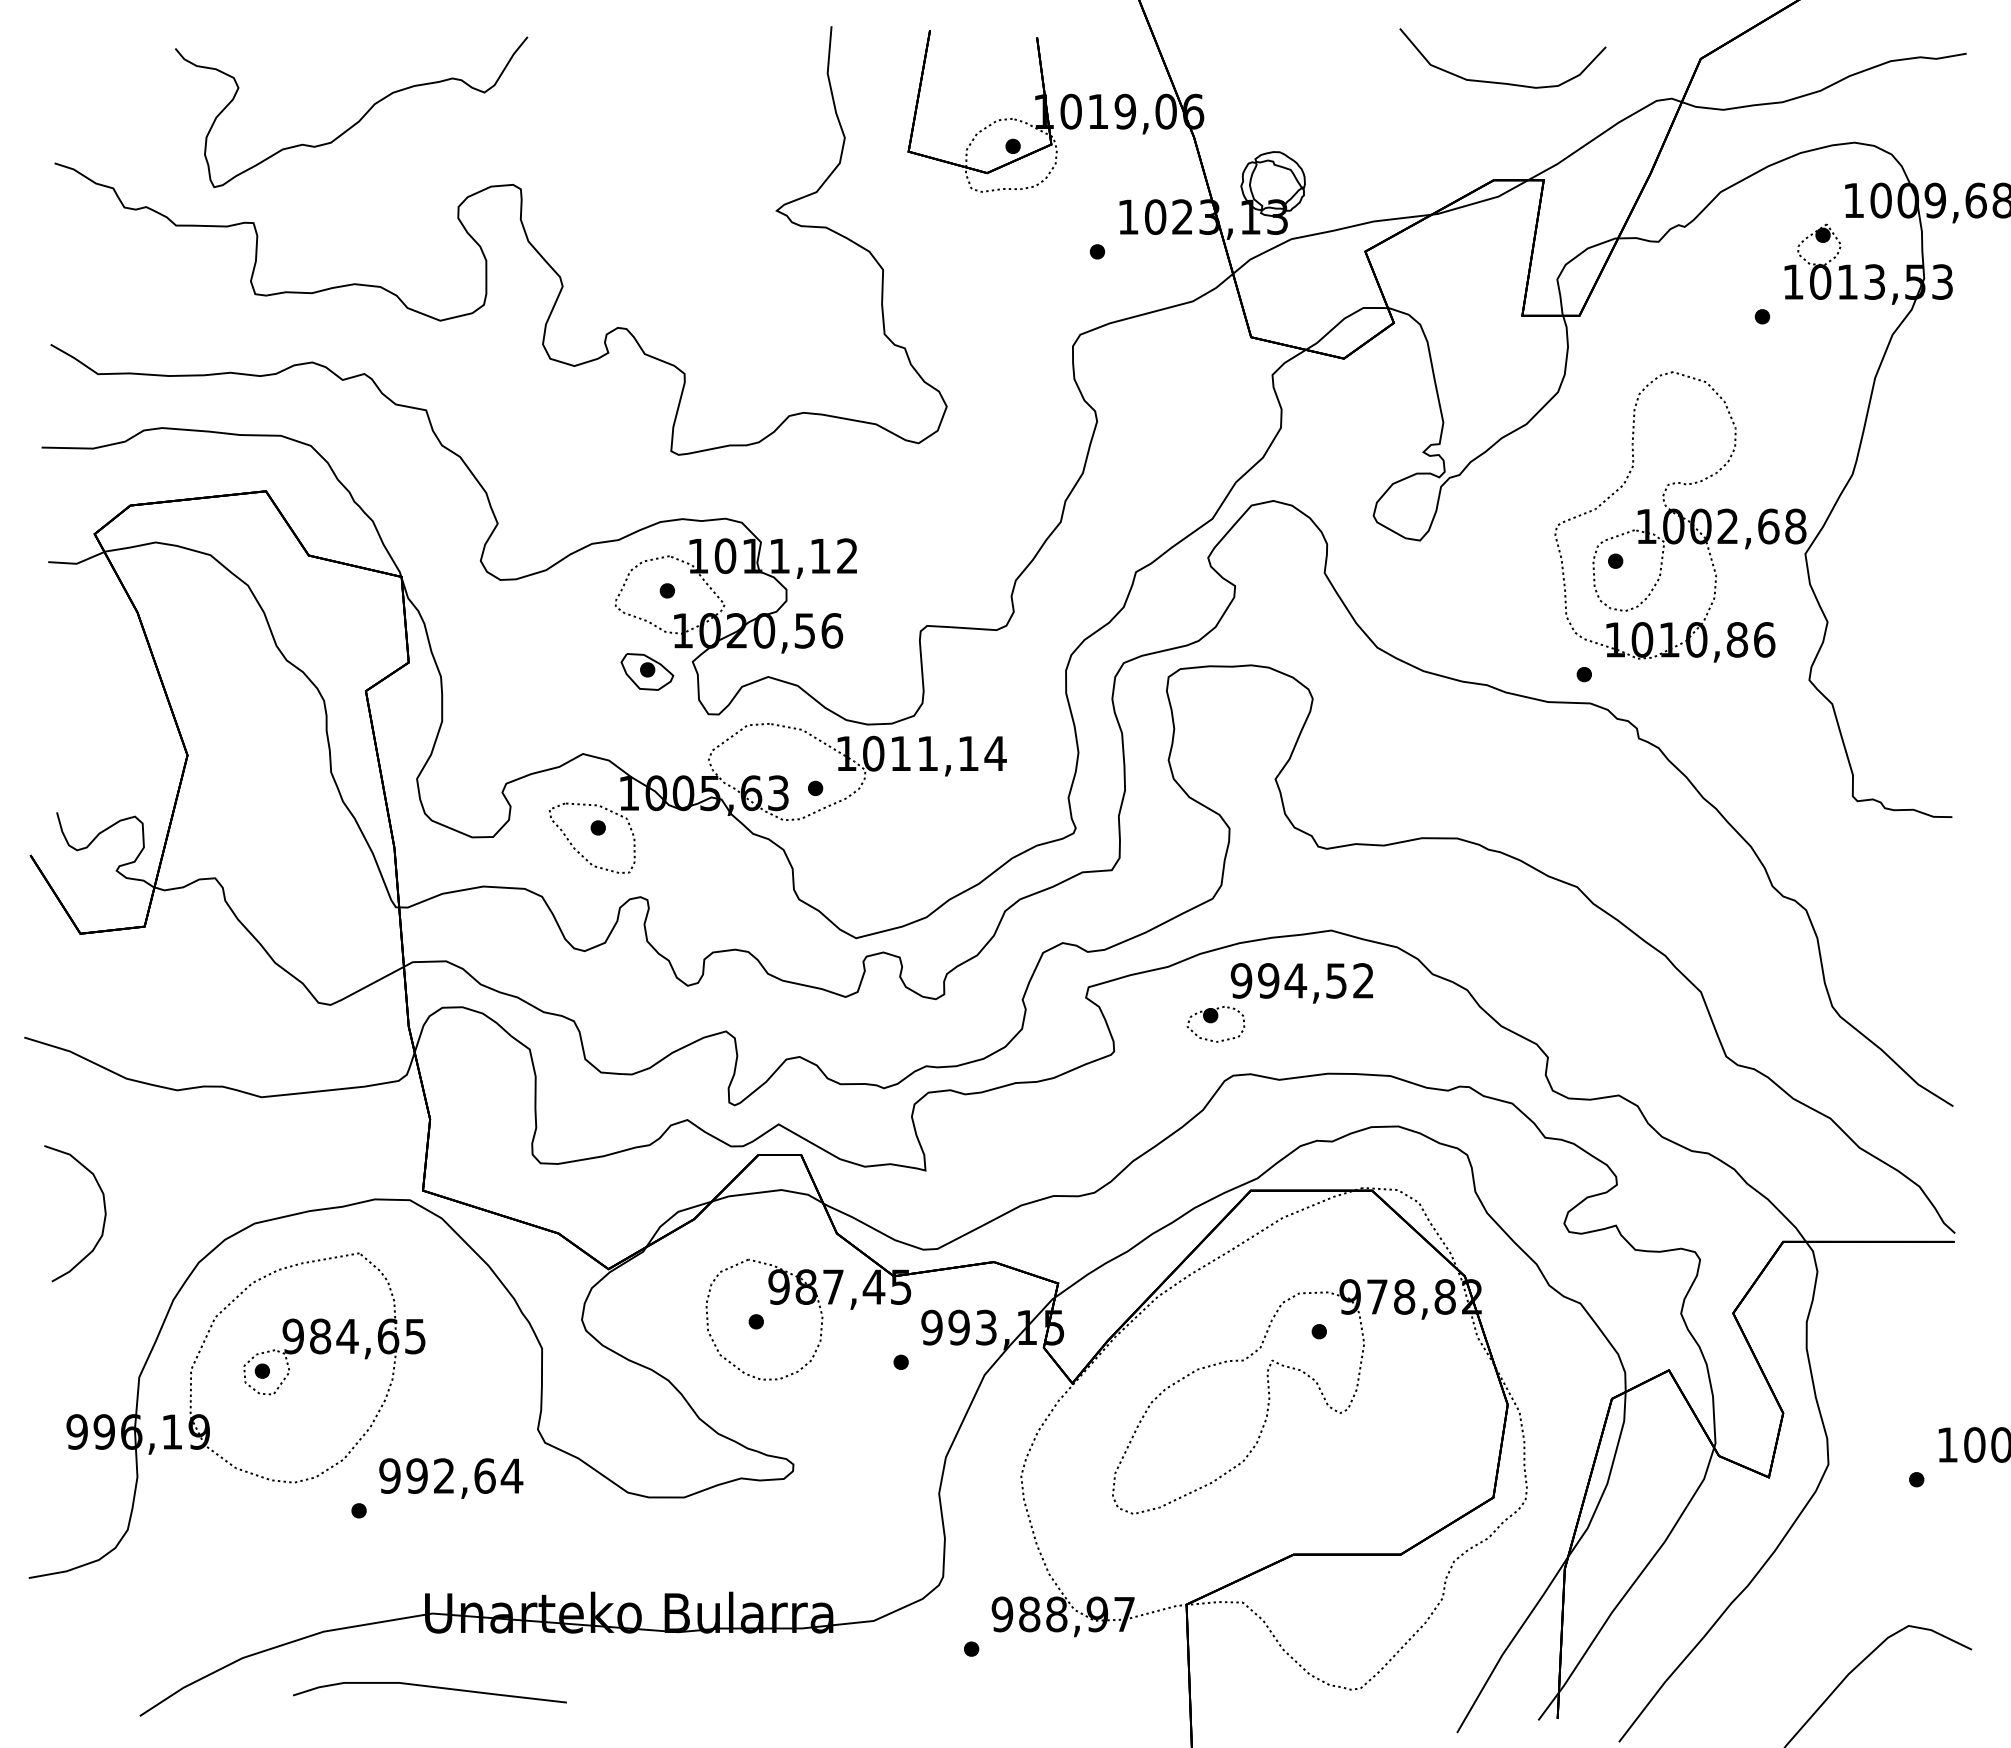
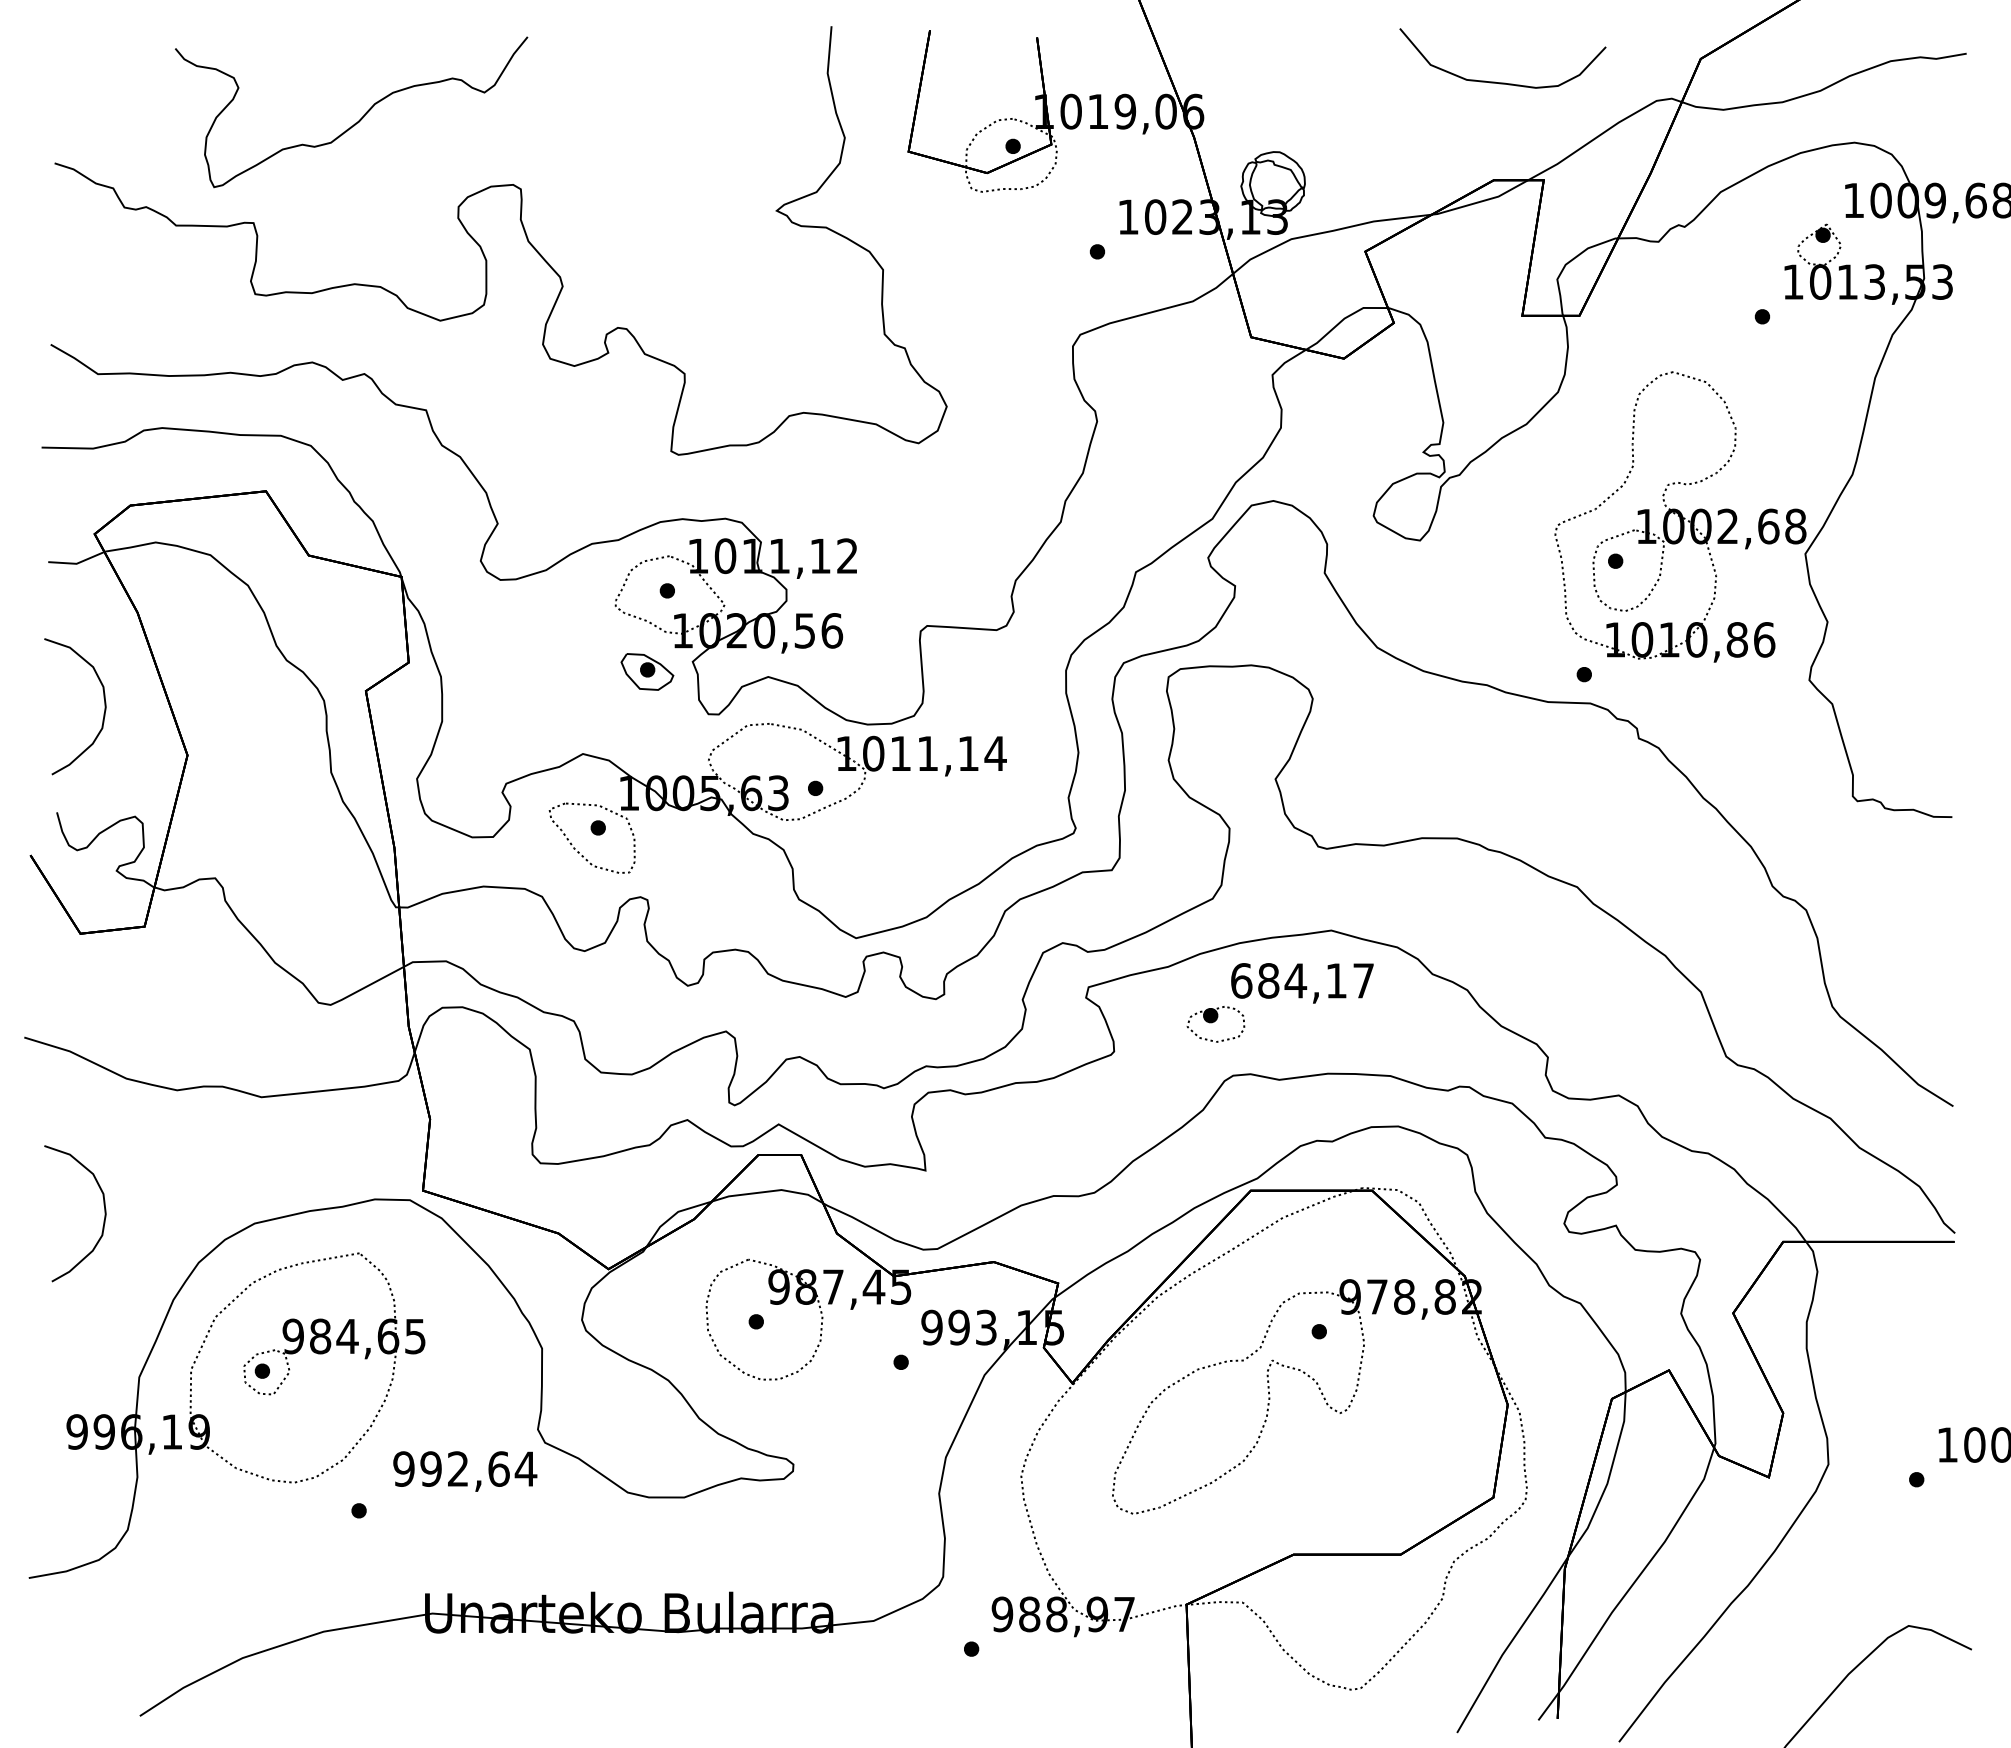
curve at (103, 713): none -> present
text at (1301, 980): 994,52 -> 684,17
text at (451, 1478) position: (451, 1478) -> (465, 1471)
curve at (429, 1687): present -> none
